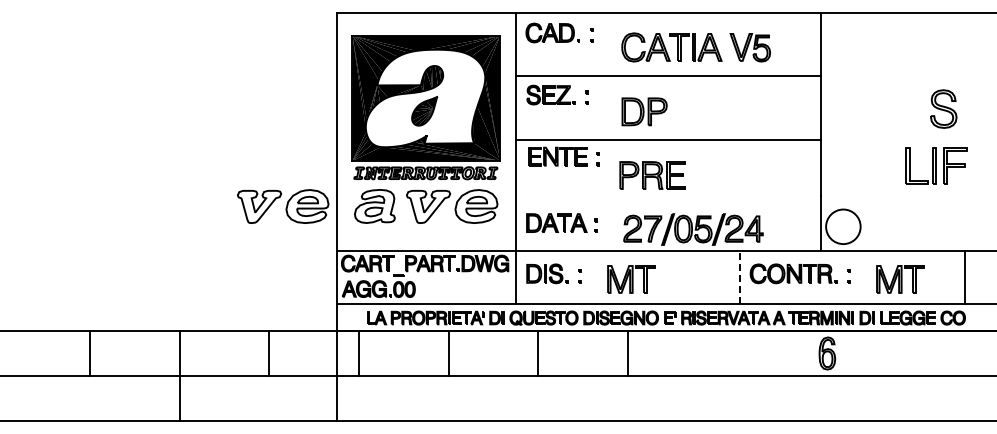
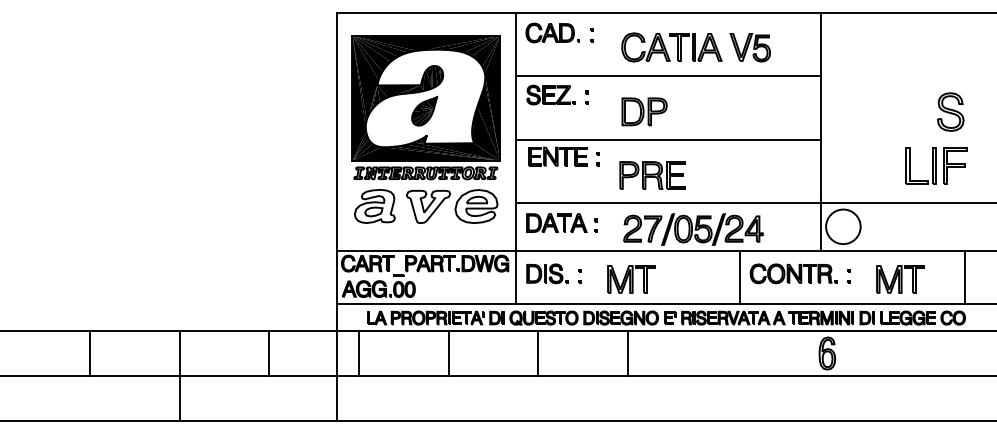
part at (943, 108) position: (943, 108) -> (950, 111)
line at (754, 203): none -> present
part at (283, 206): present -> none
line at (740, 277): dashed -> solid
